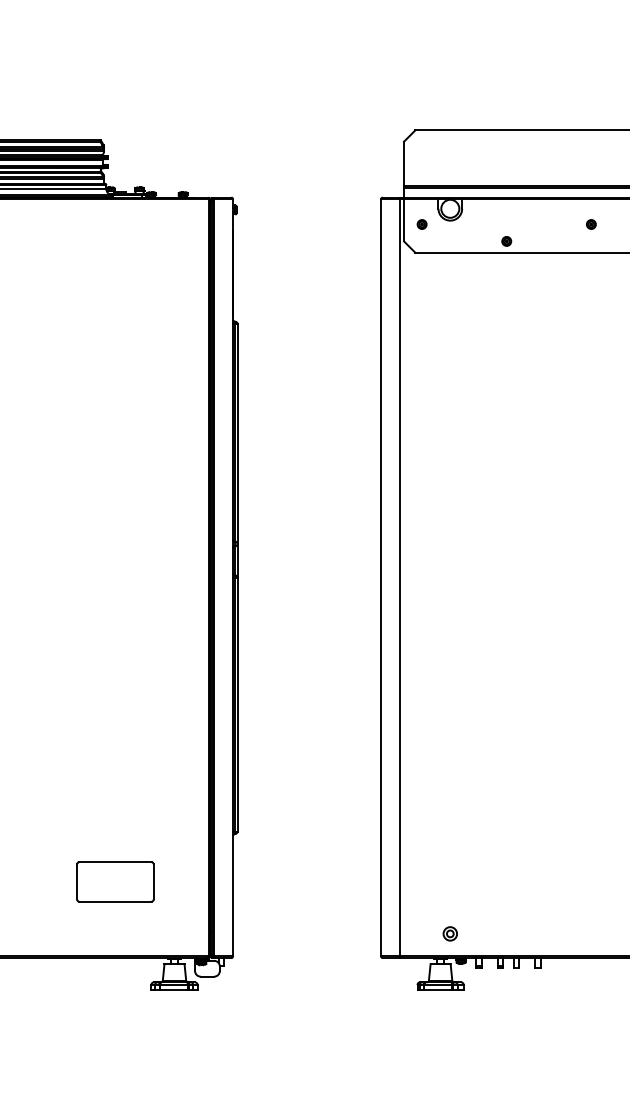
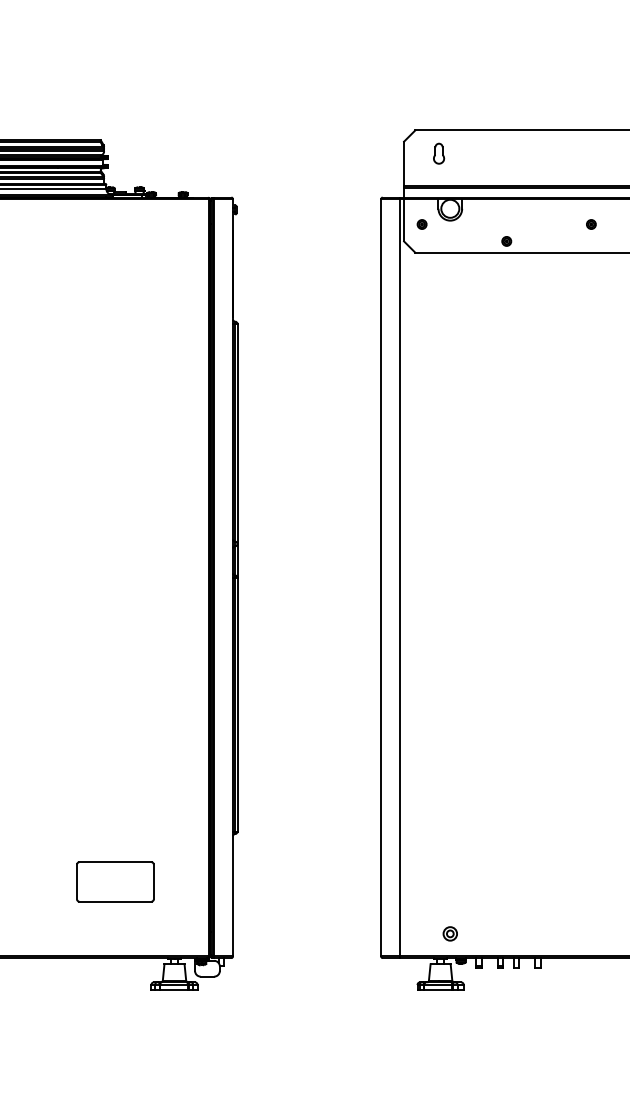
part at (439, 153): none -> present
